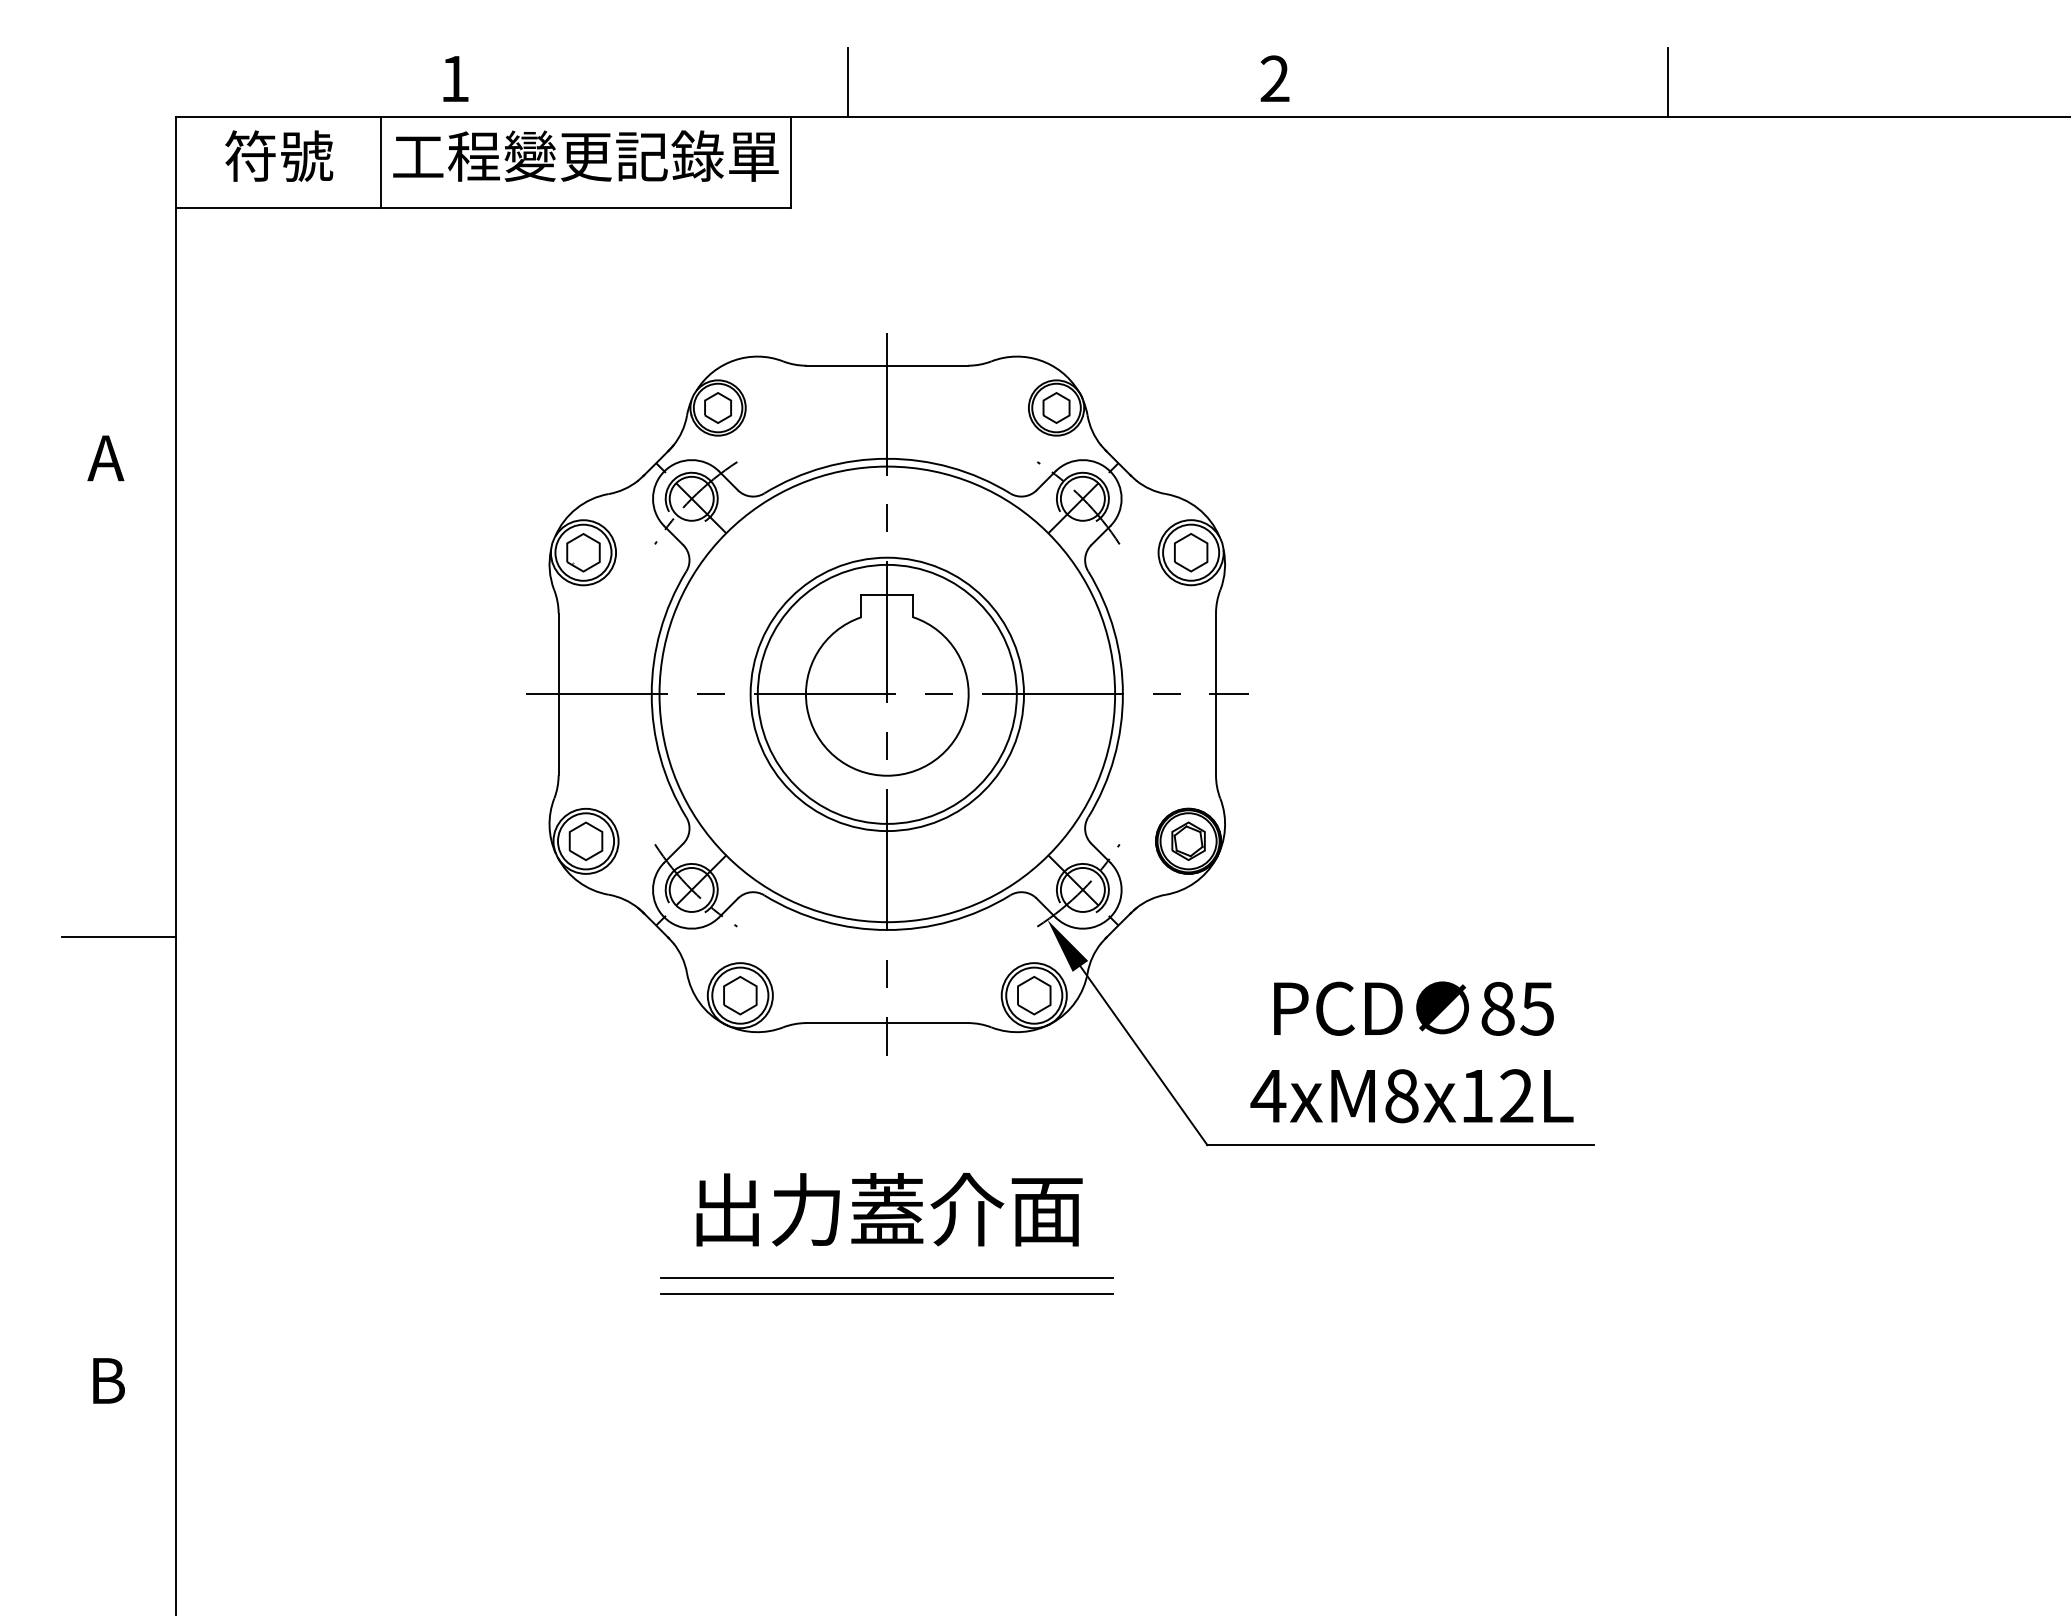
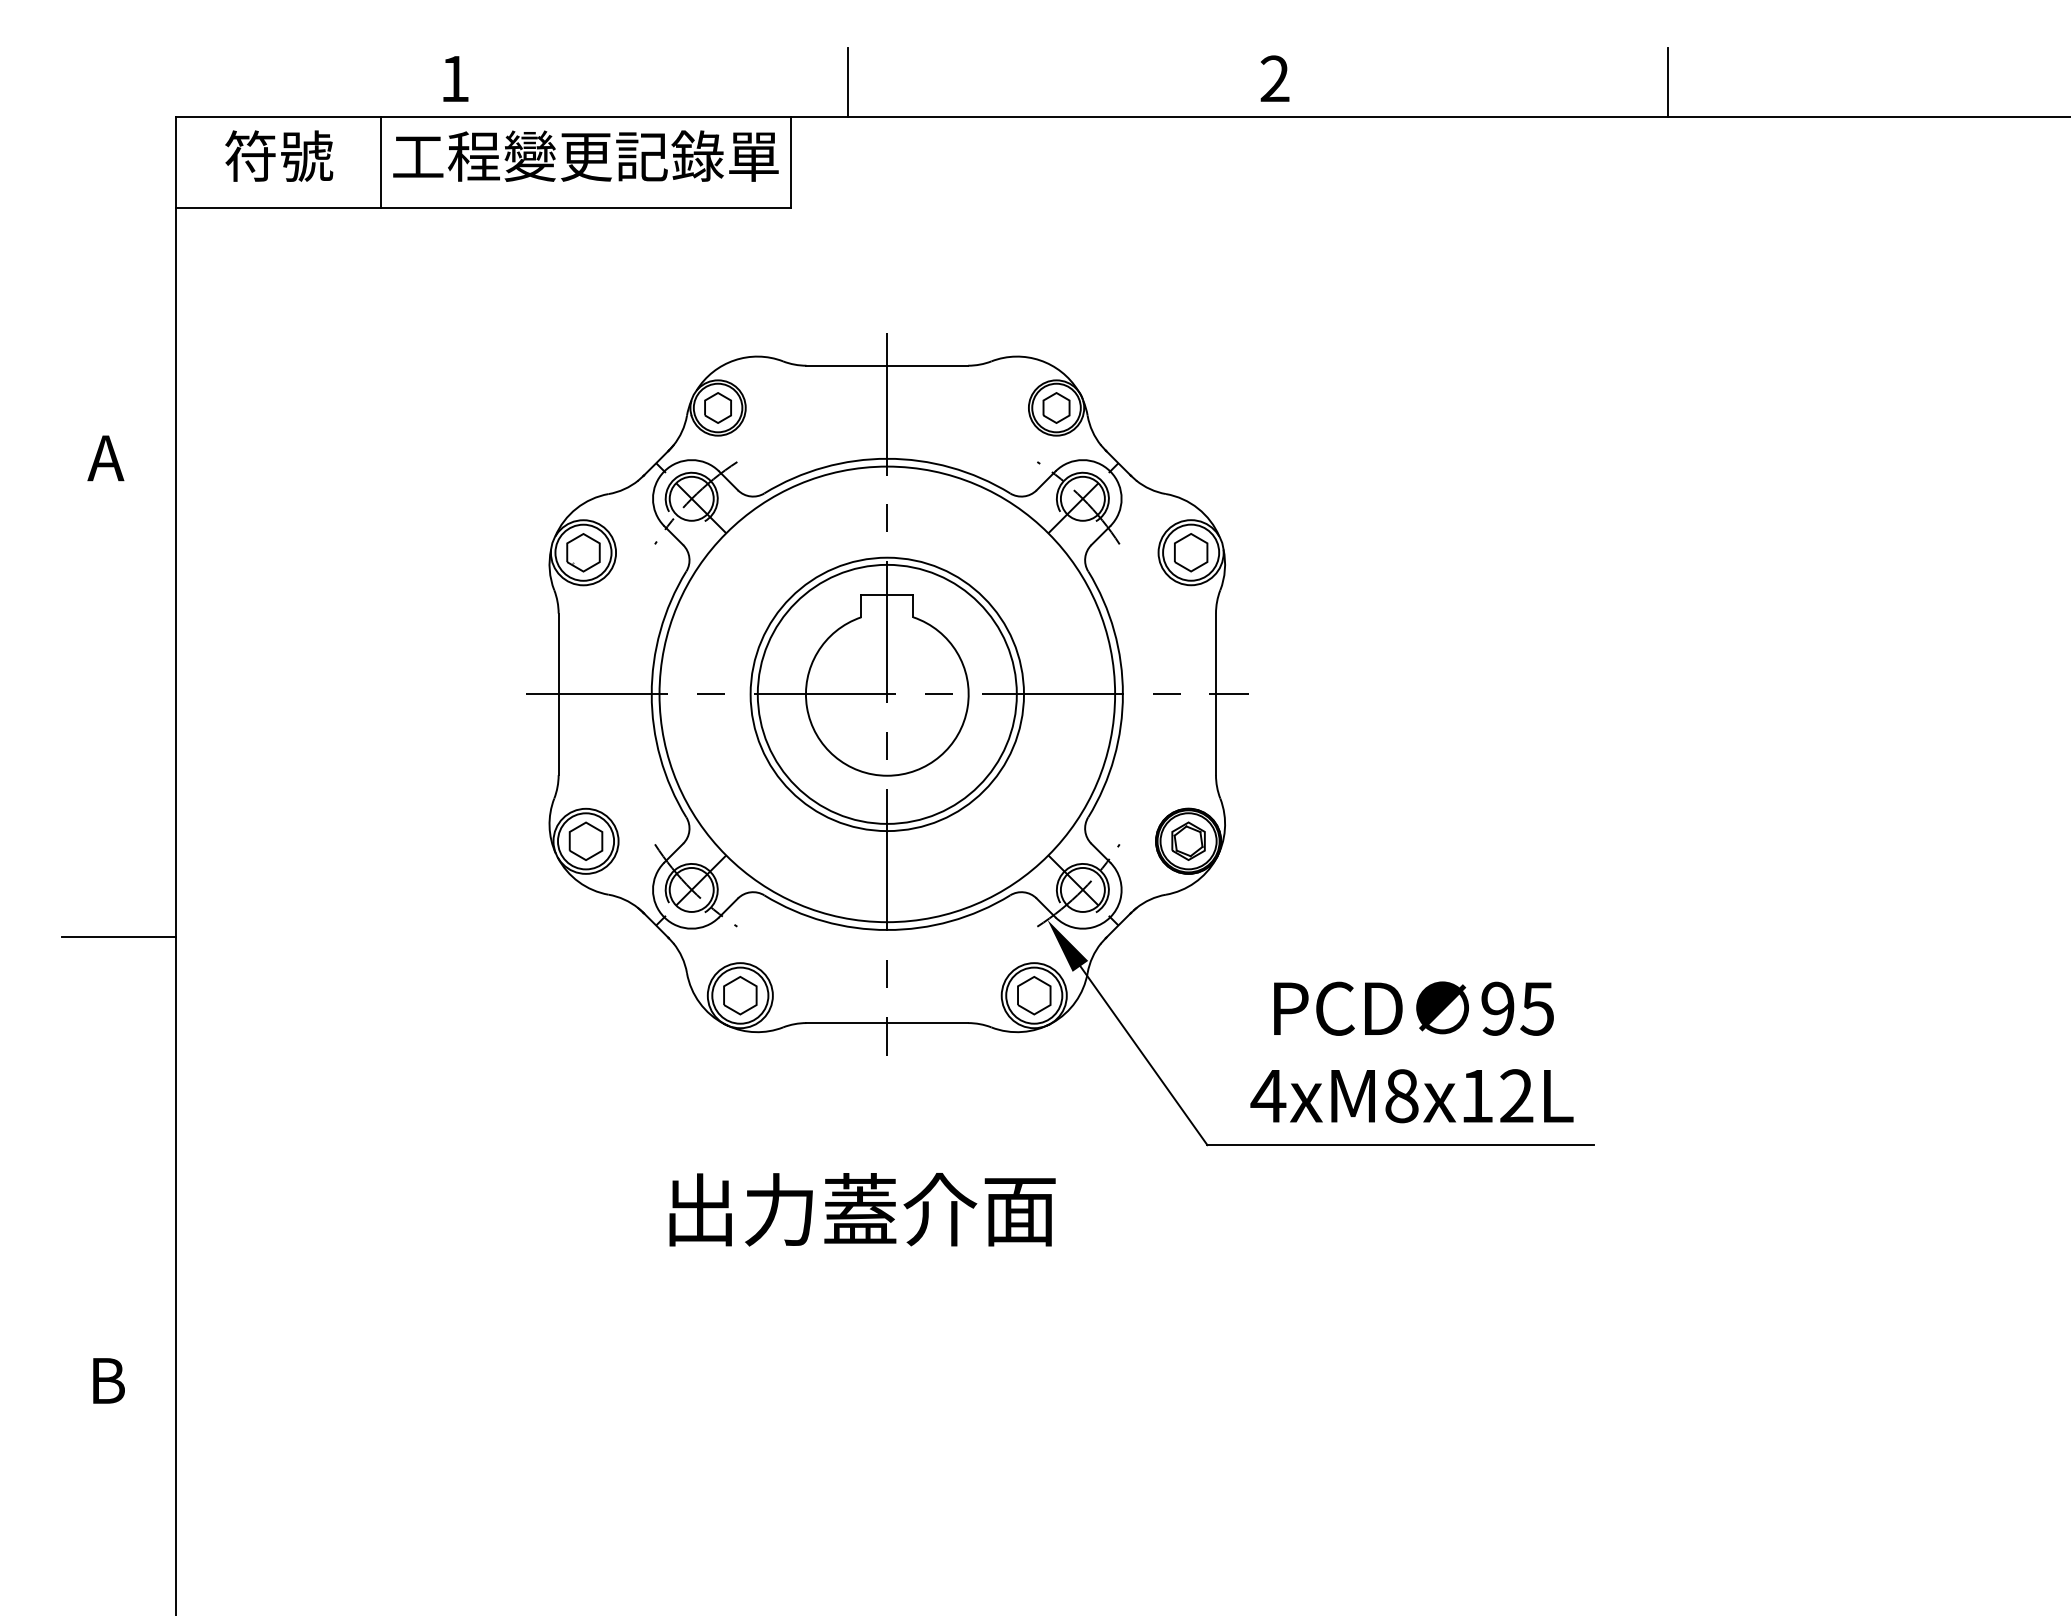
text at (1497, 1008): 85 -> 95
text at (889, 1209) position: (889, 1209) -> (862, 1209)
line at (887, 1277): present -> none
line at (887, 1294): present -> none
